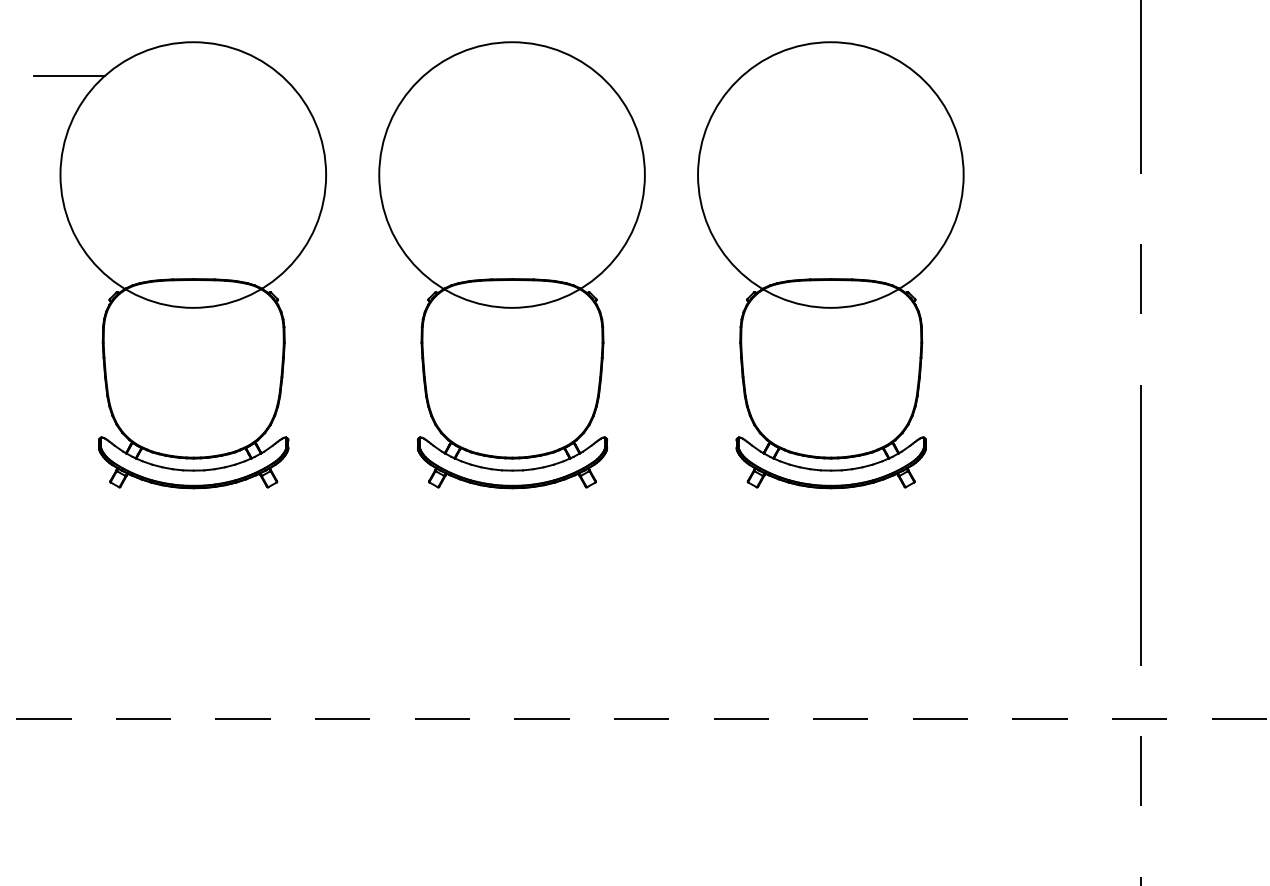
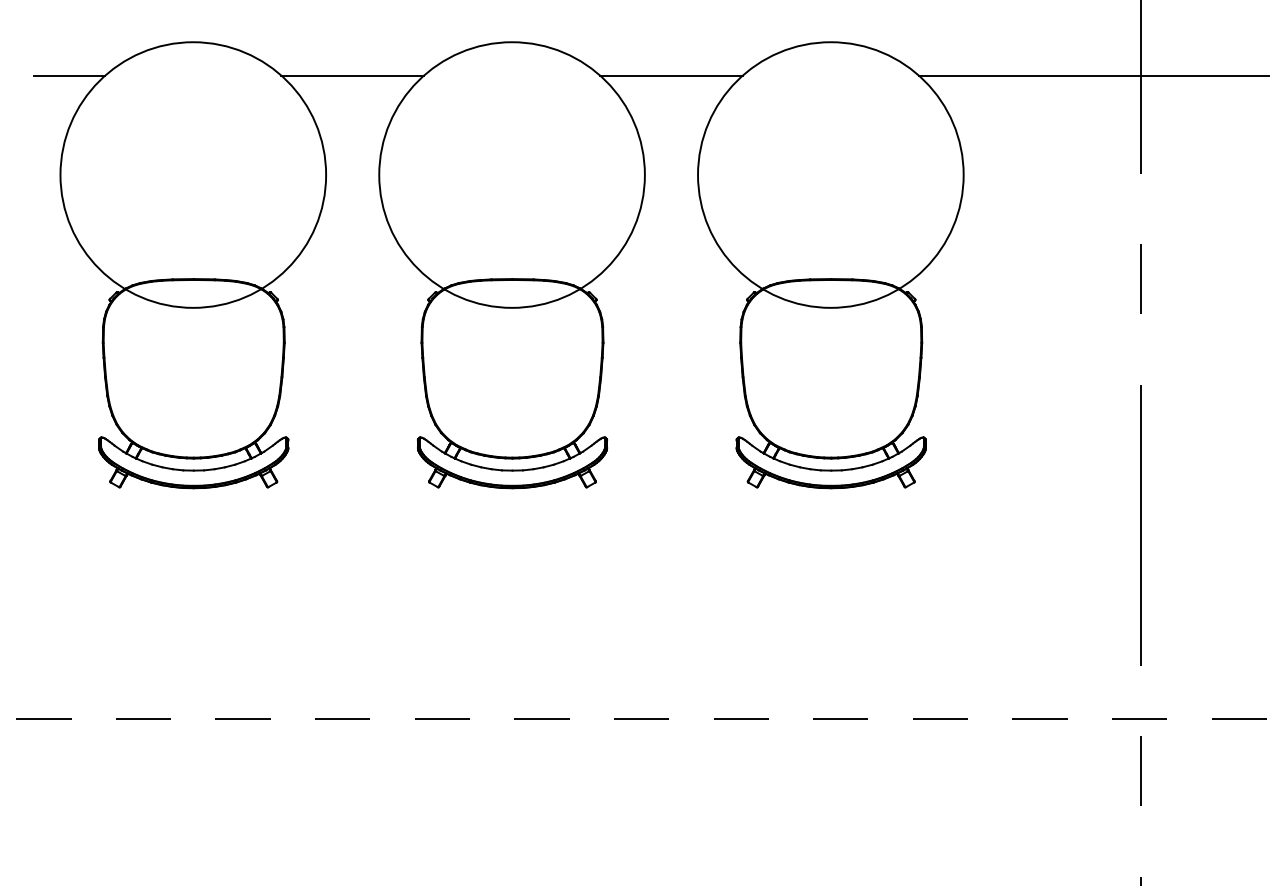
line at (352, 75): none -> present
line at (671, 75): none -> present
line at (1092, 75): none -> present
